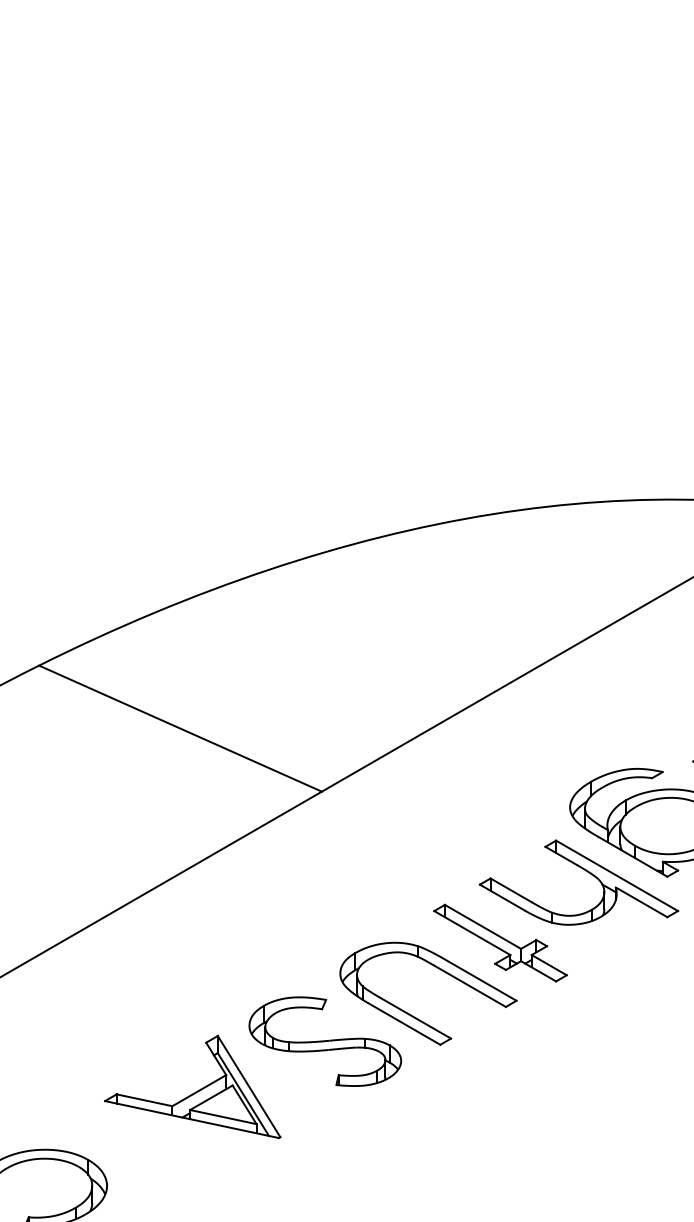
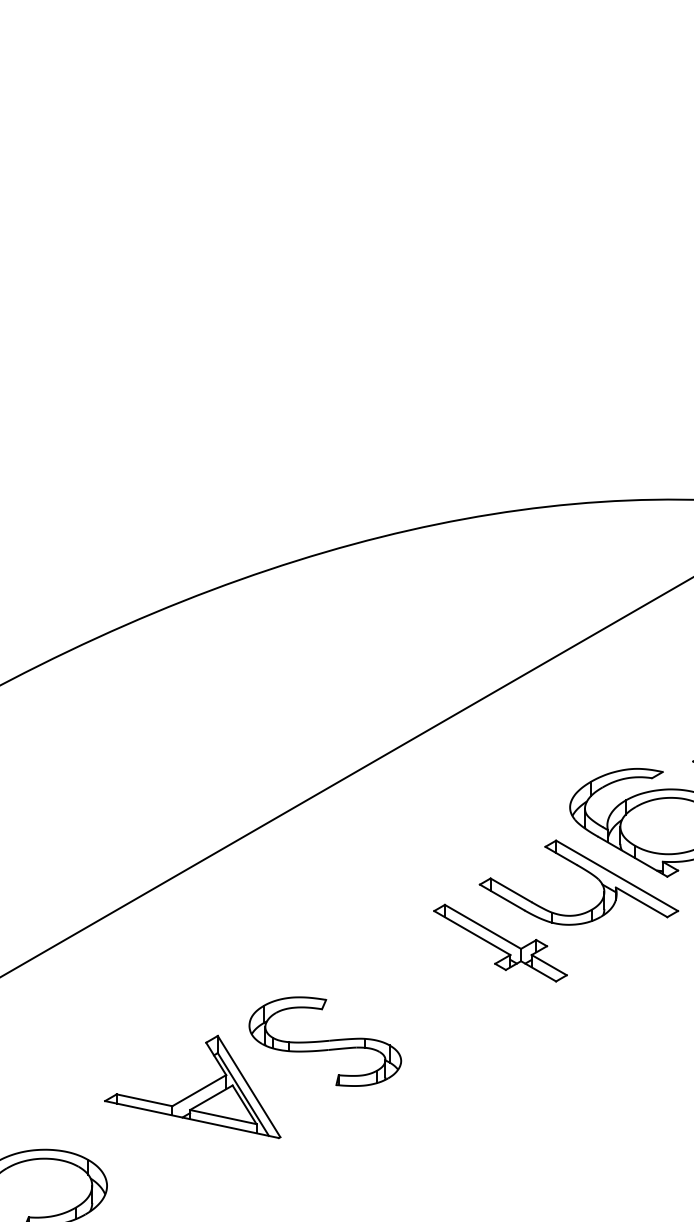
line at (180, 728): present -> none
part at (440, 970): present -> none
